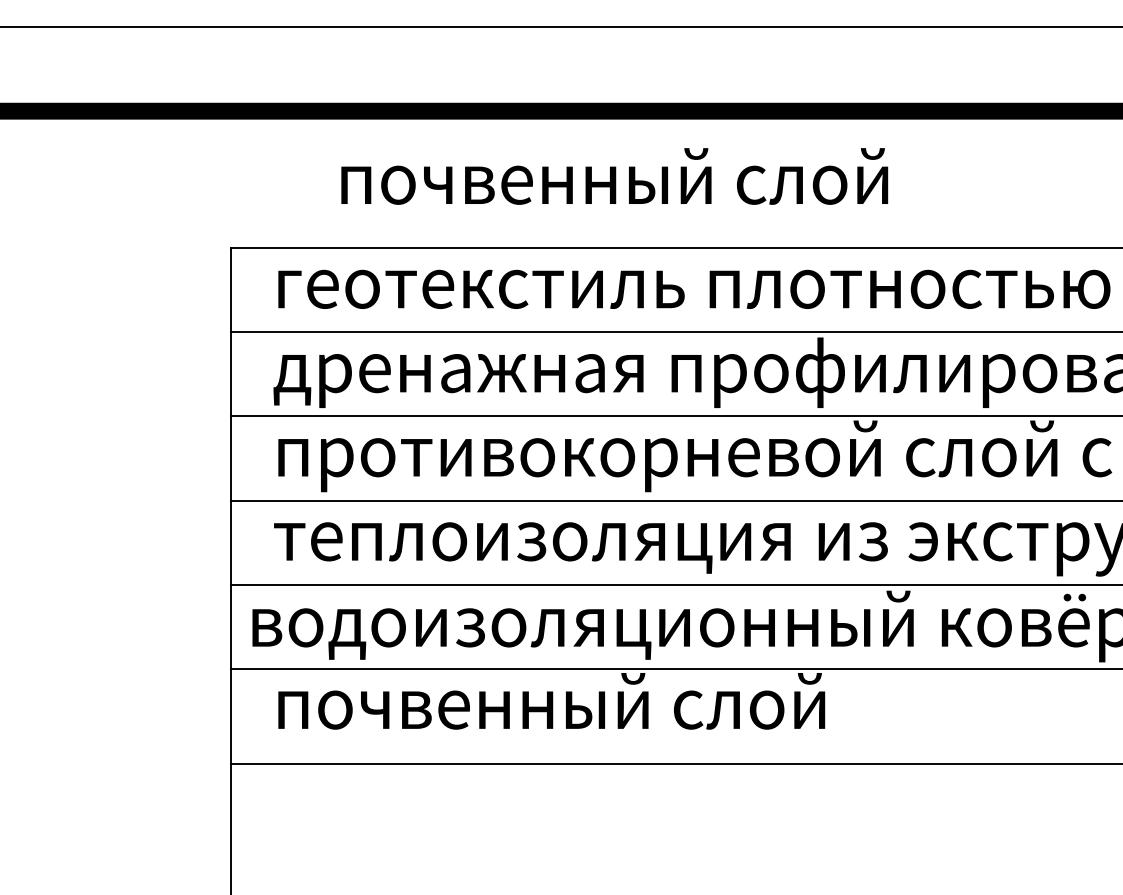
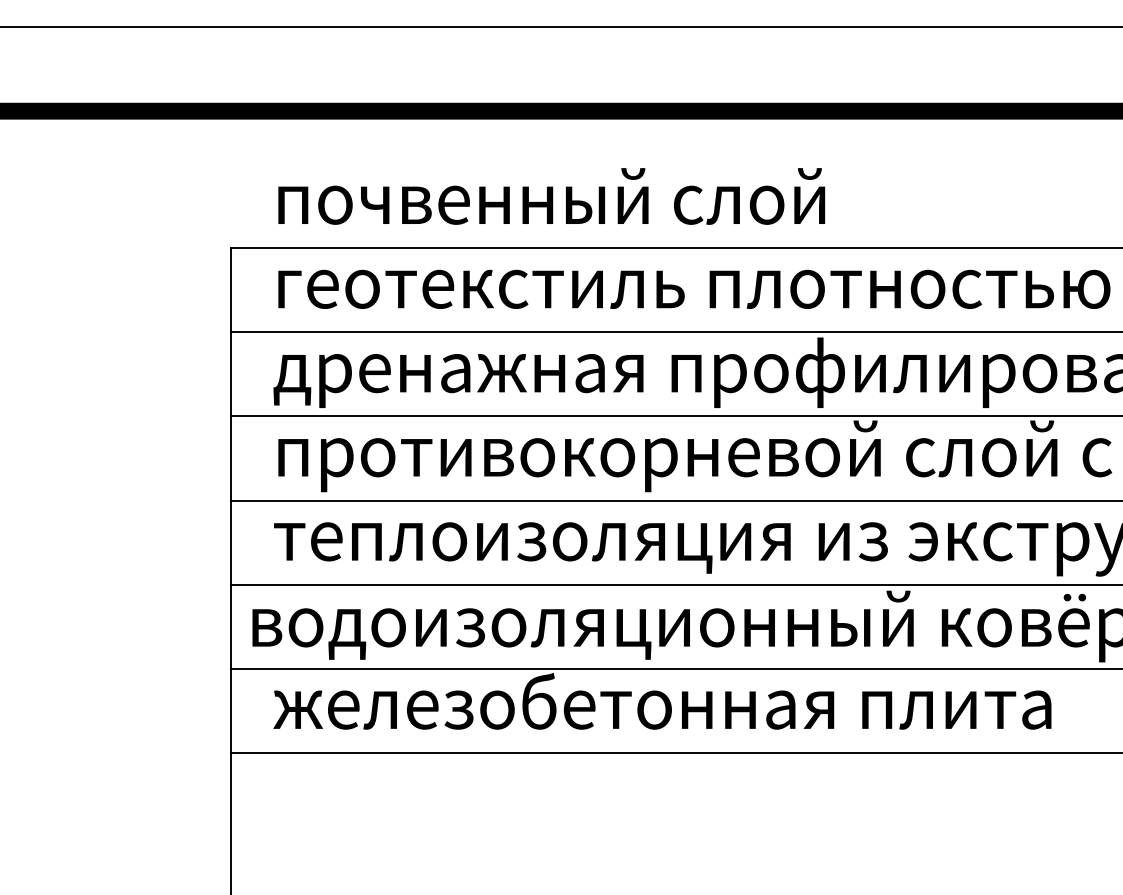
text at (614, 176) position: (614, 176) -> (551, 196)
text at (662, 700): почвенный слой -> железобетонная плита
line at (674, 763) position: (674, 763) -> (674, 752)
